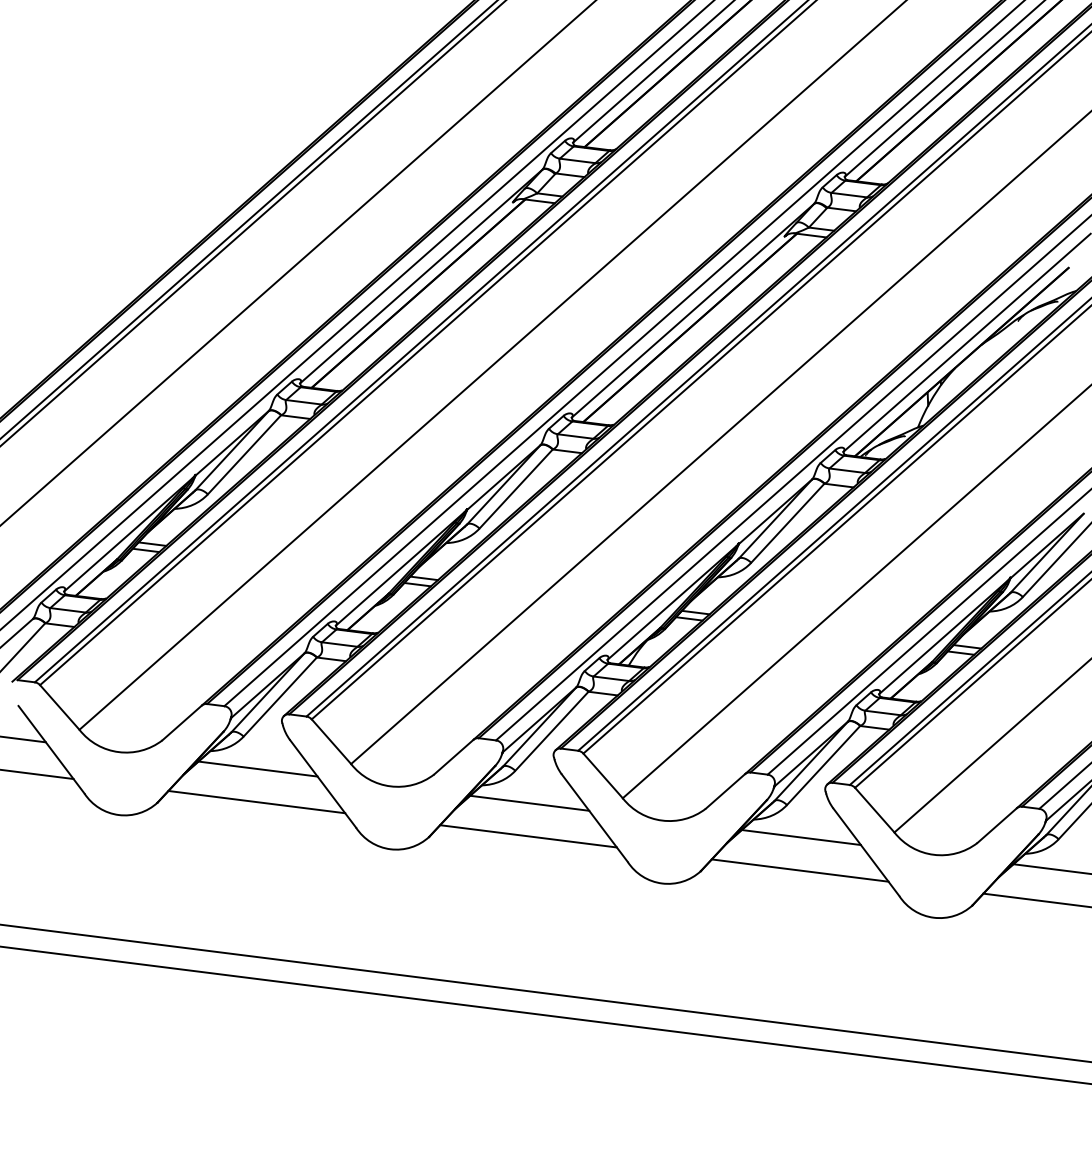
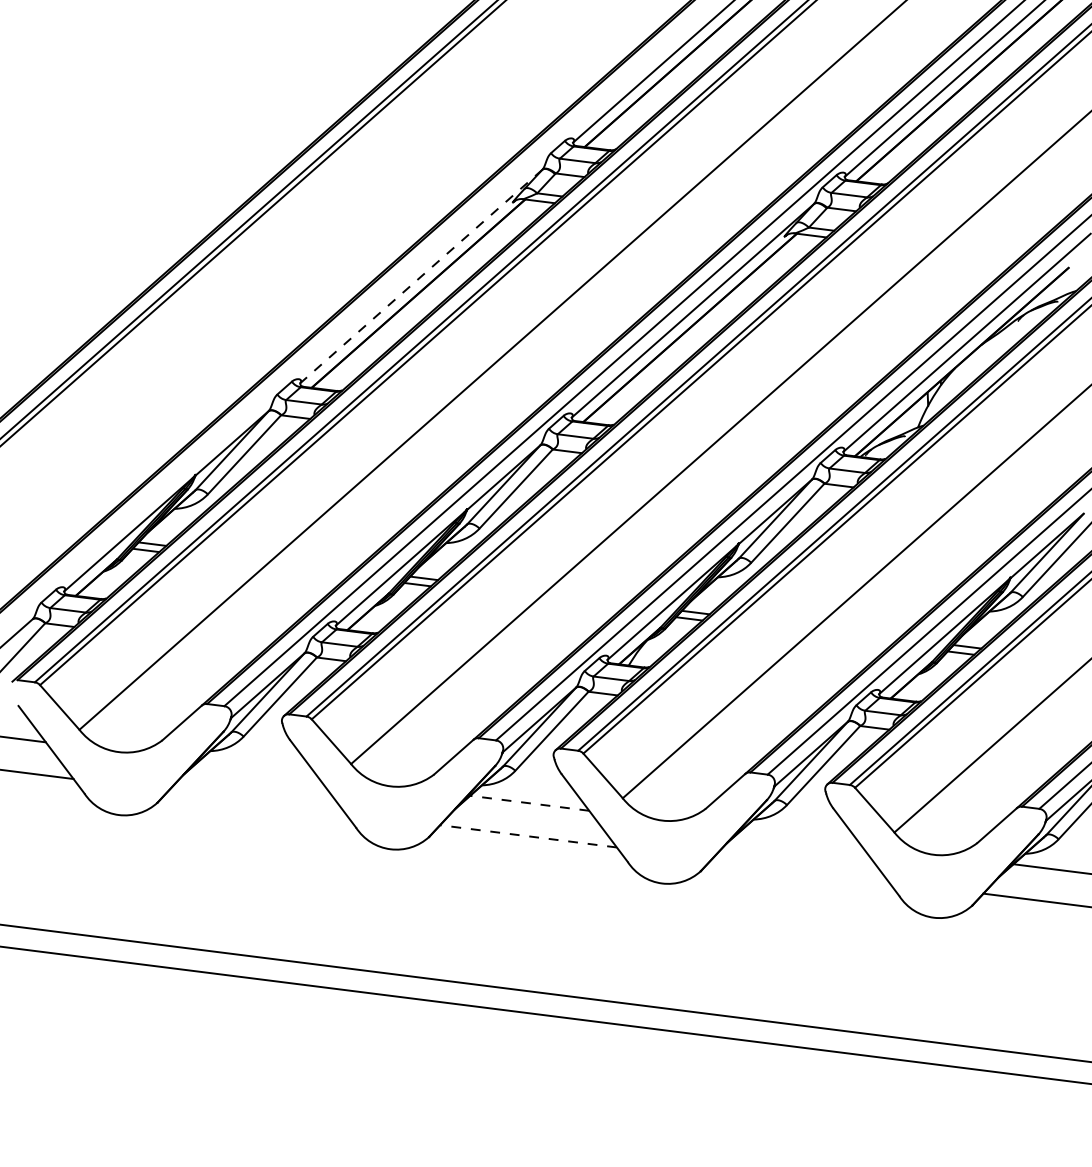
line at (298, 263): present -> none
line at (421, 276): solid -> dashed
line at (356, 315): present -> none
line at (257, 768): present -> none
line at (256, 801): present -> none
line at (529, 803): solid -> dashed
line at (528, 836): solid -> dashed
line at (800, 837): present -> none
line at (799, 870): present -> none
